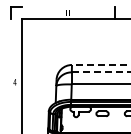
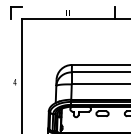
line at (100, 64): dashed -> solid
line at (101, 72): dashed -> solid
